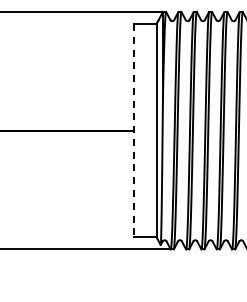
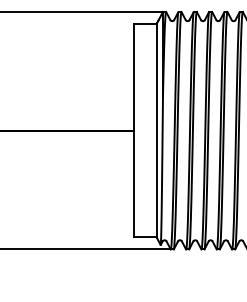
line at (133, 130): dashed -> solid
